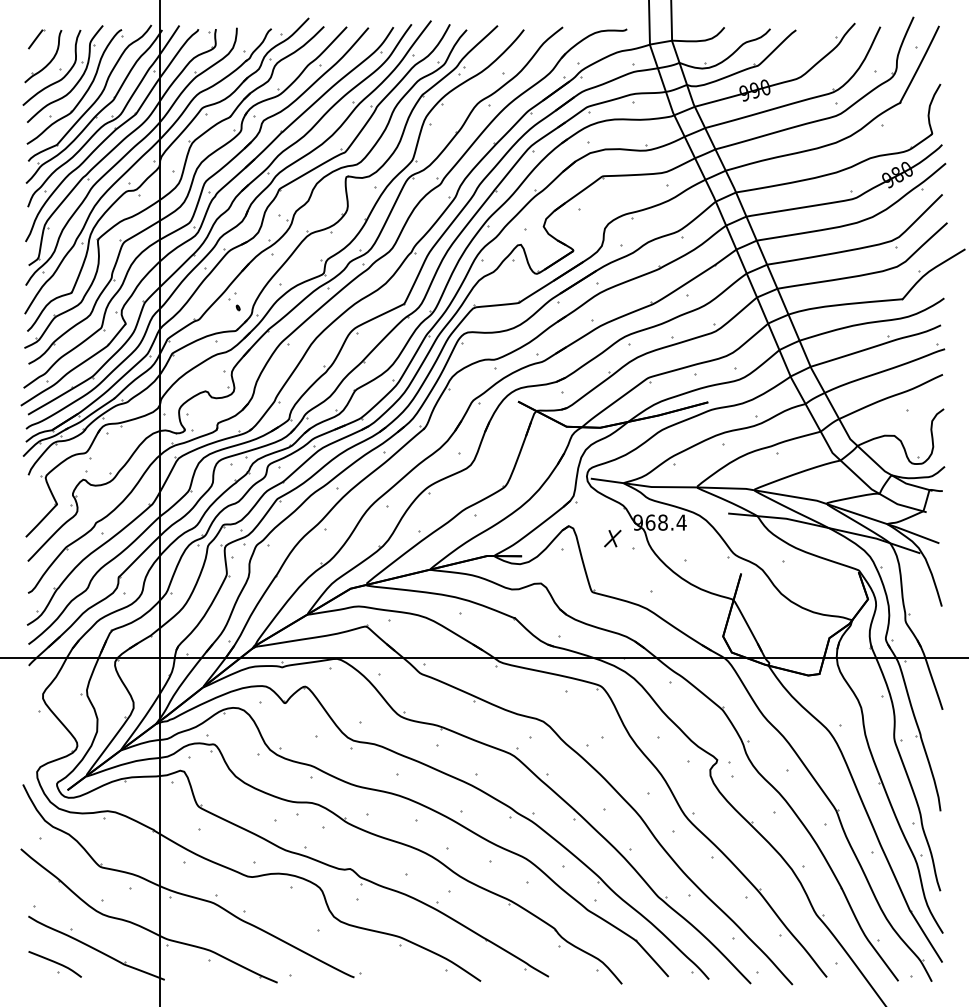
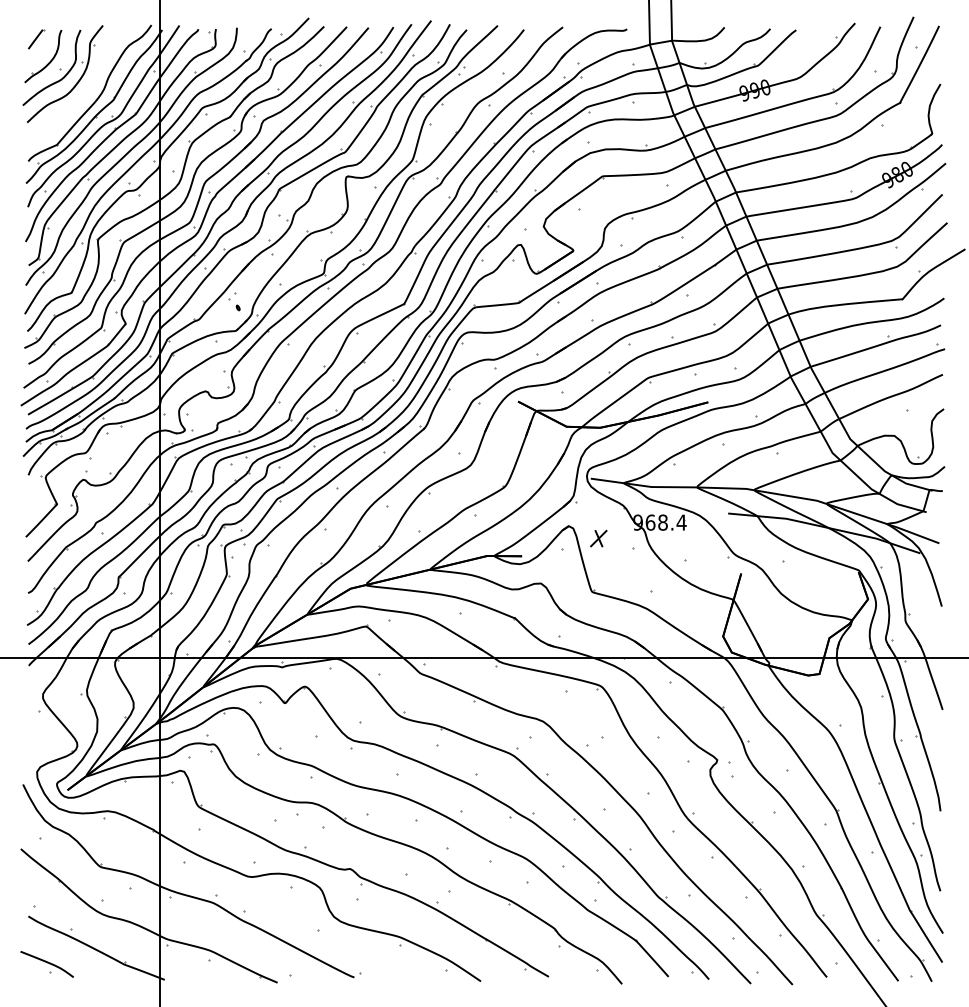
part at (83, 94): present -> none
part at (612, 538) position: (612, 538) -> (598, 538)
part at (54, 964) position: (54, 964) -> (46, 964)
